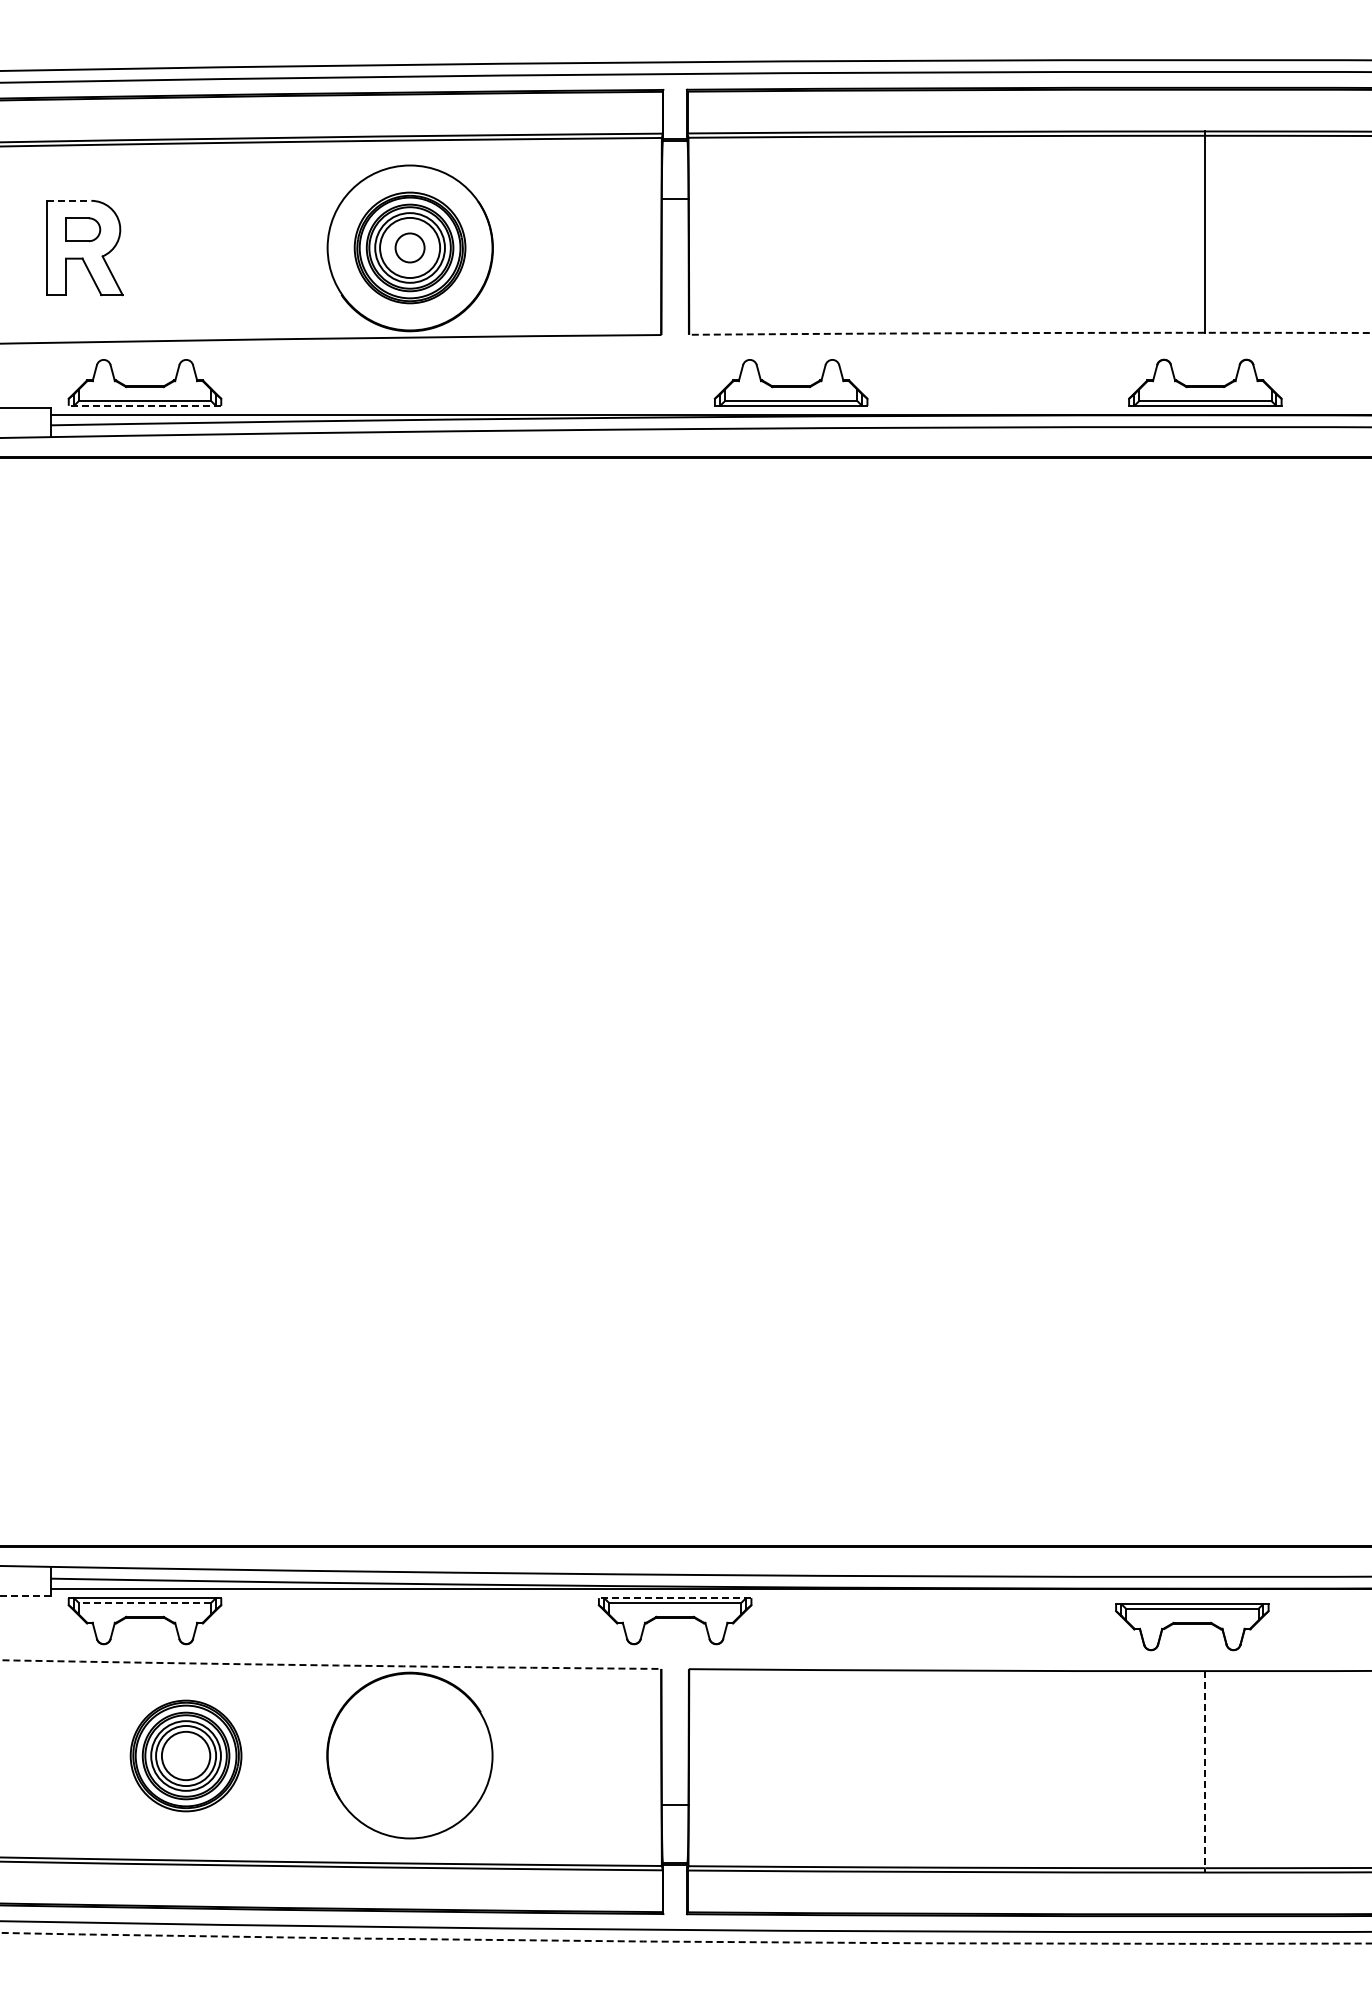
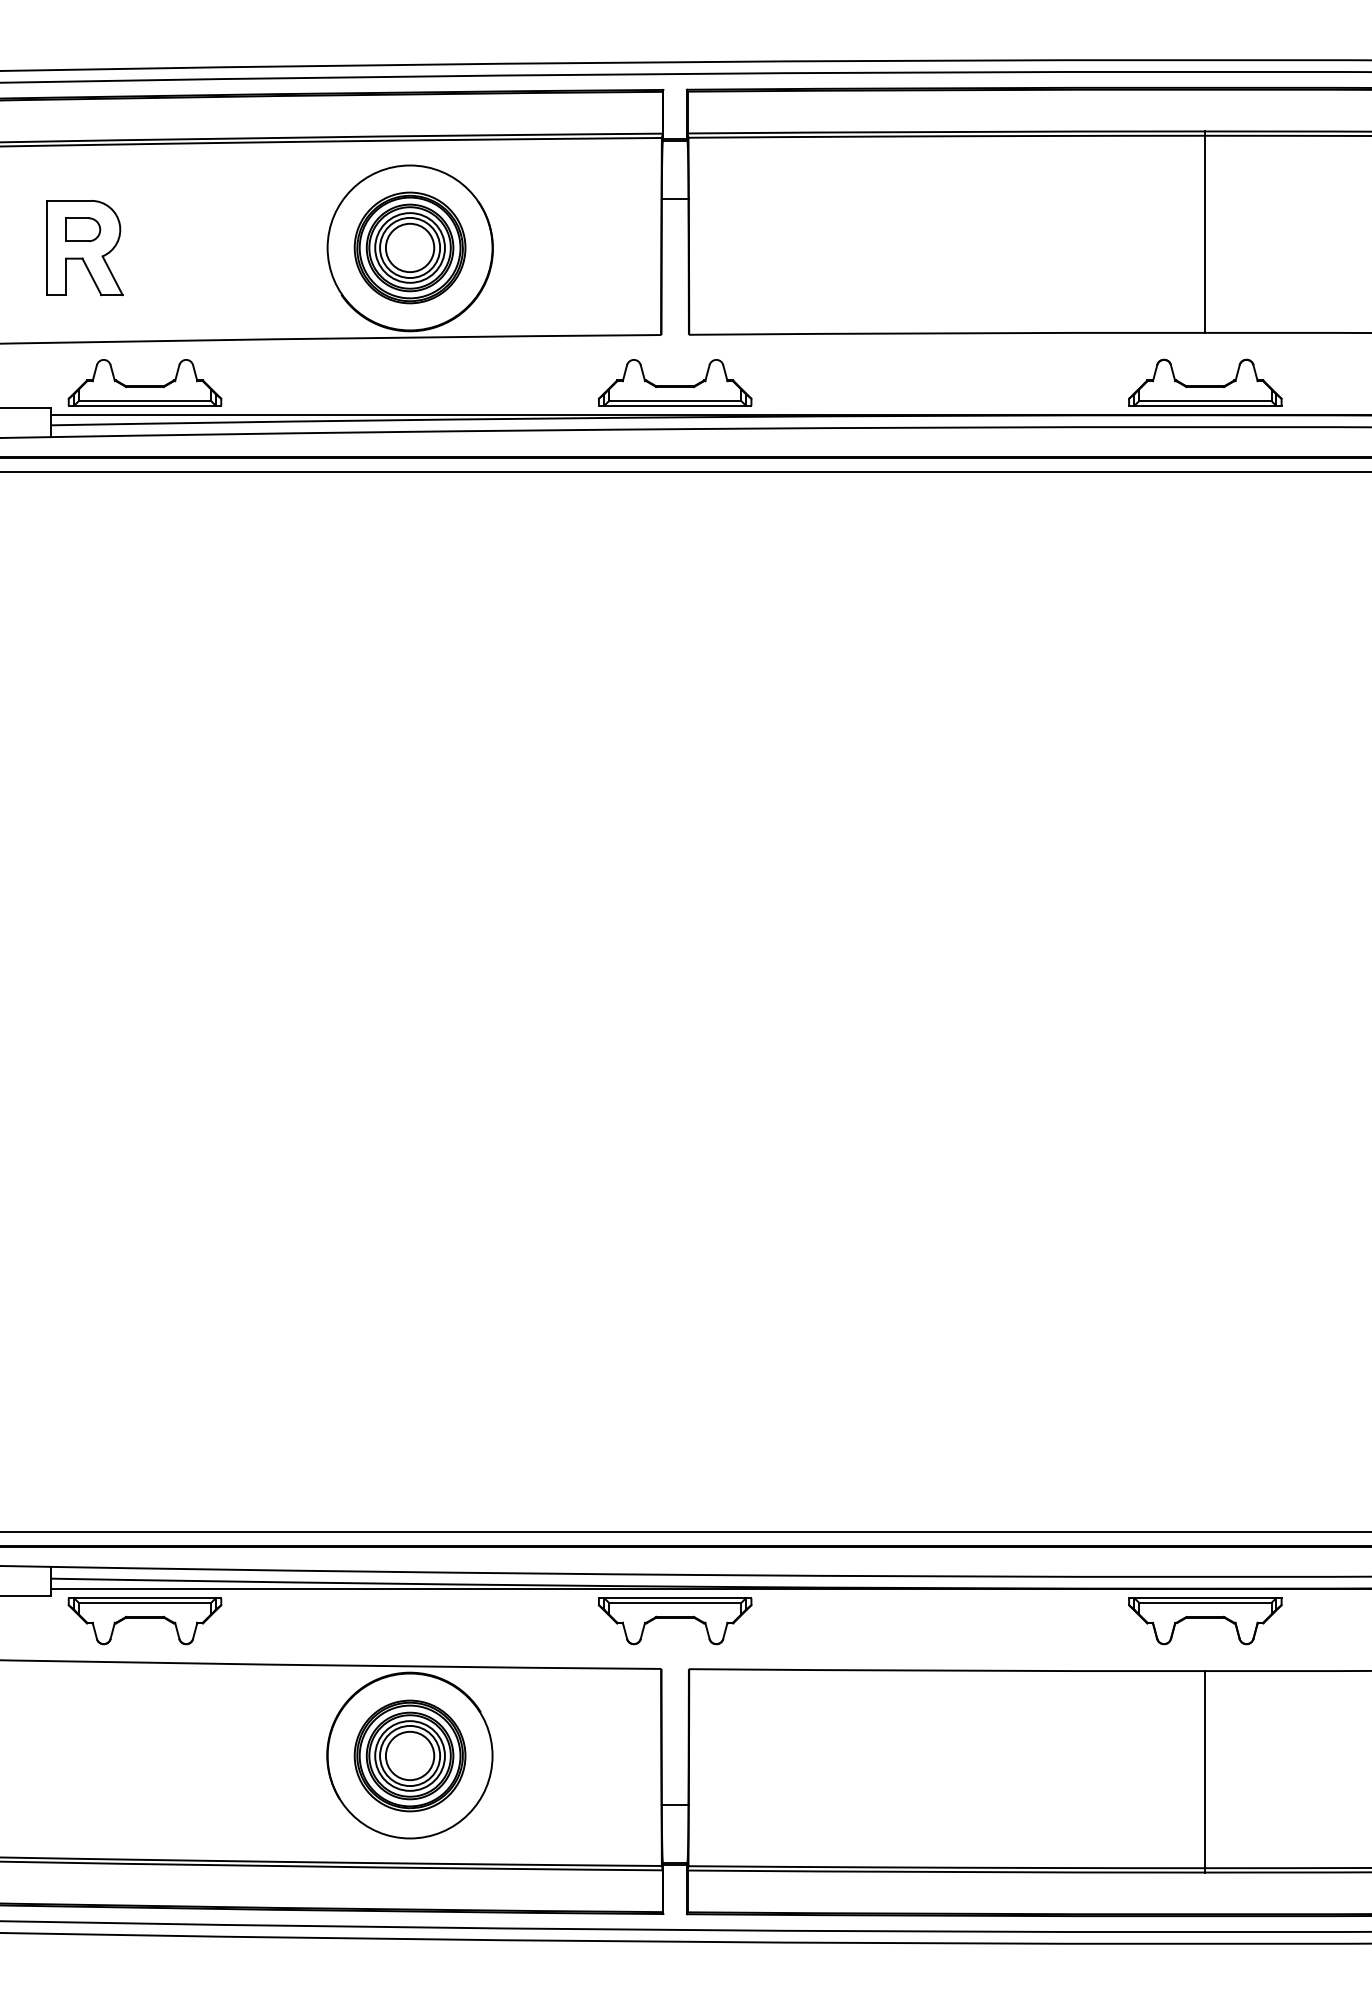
line at (69, 200): dashed -> solid
circle at (409, 247) diameter: 29 px -> 48 px
arc at (1029, 333): dashed -> solid
part at (790, 382) position: (790, 382) -> (674, 382)
line at (144, 405): dashed -> solid
line at (685, 471): none -> present
line at (685, 1532): none -> present
line at (25, 1595): dashed -> solid
line at (674, 1598): dashed -> solid
line at (144, 1602): dashed -> solid
part at (1192, 1627) position: (1192, 1627) -> (1205, 1621)
arc at (331, 1665): dashed -> solid
part at (185, 1755) position: (185, 1755) -> (409, 1755)
line at (1205, 1771): dashed -> solid
arc at (686, 1941): dashed -> solid
